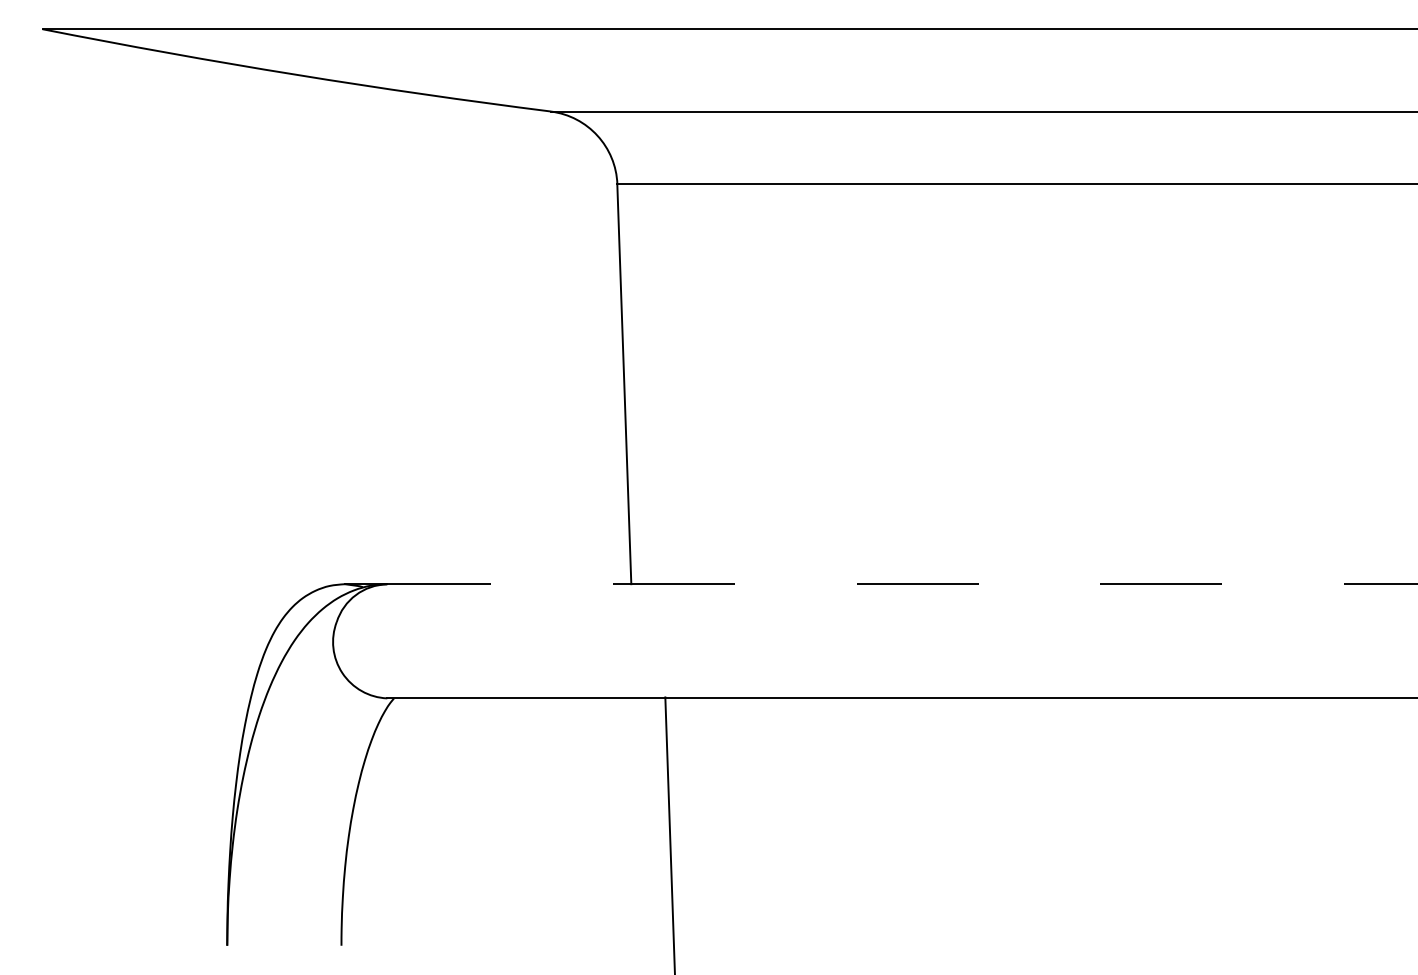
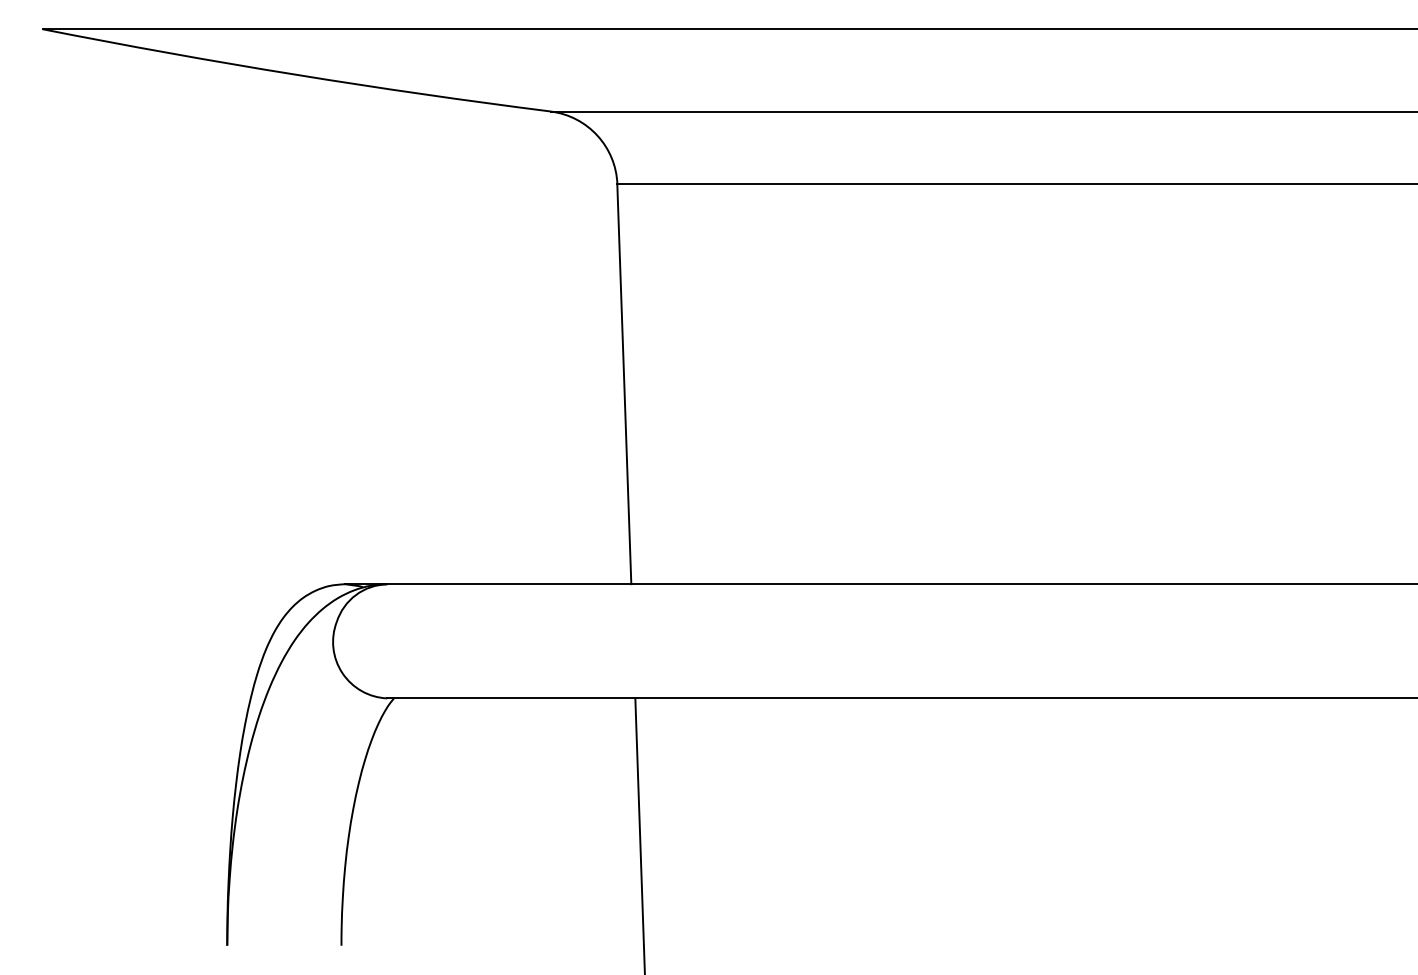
line at (901, 584): dashed -> solid
line at (669, 834) position: (669, 834) -> (639, 834)
